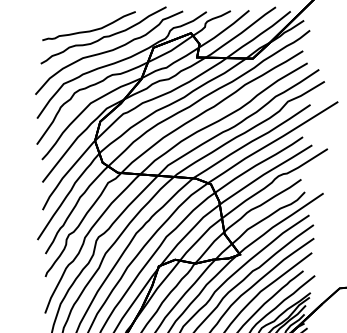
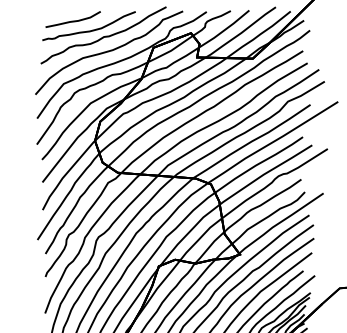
part at (72, 19): none -> present
